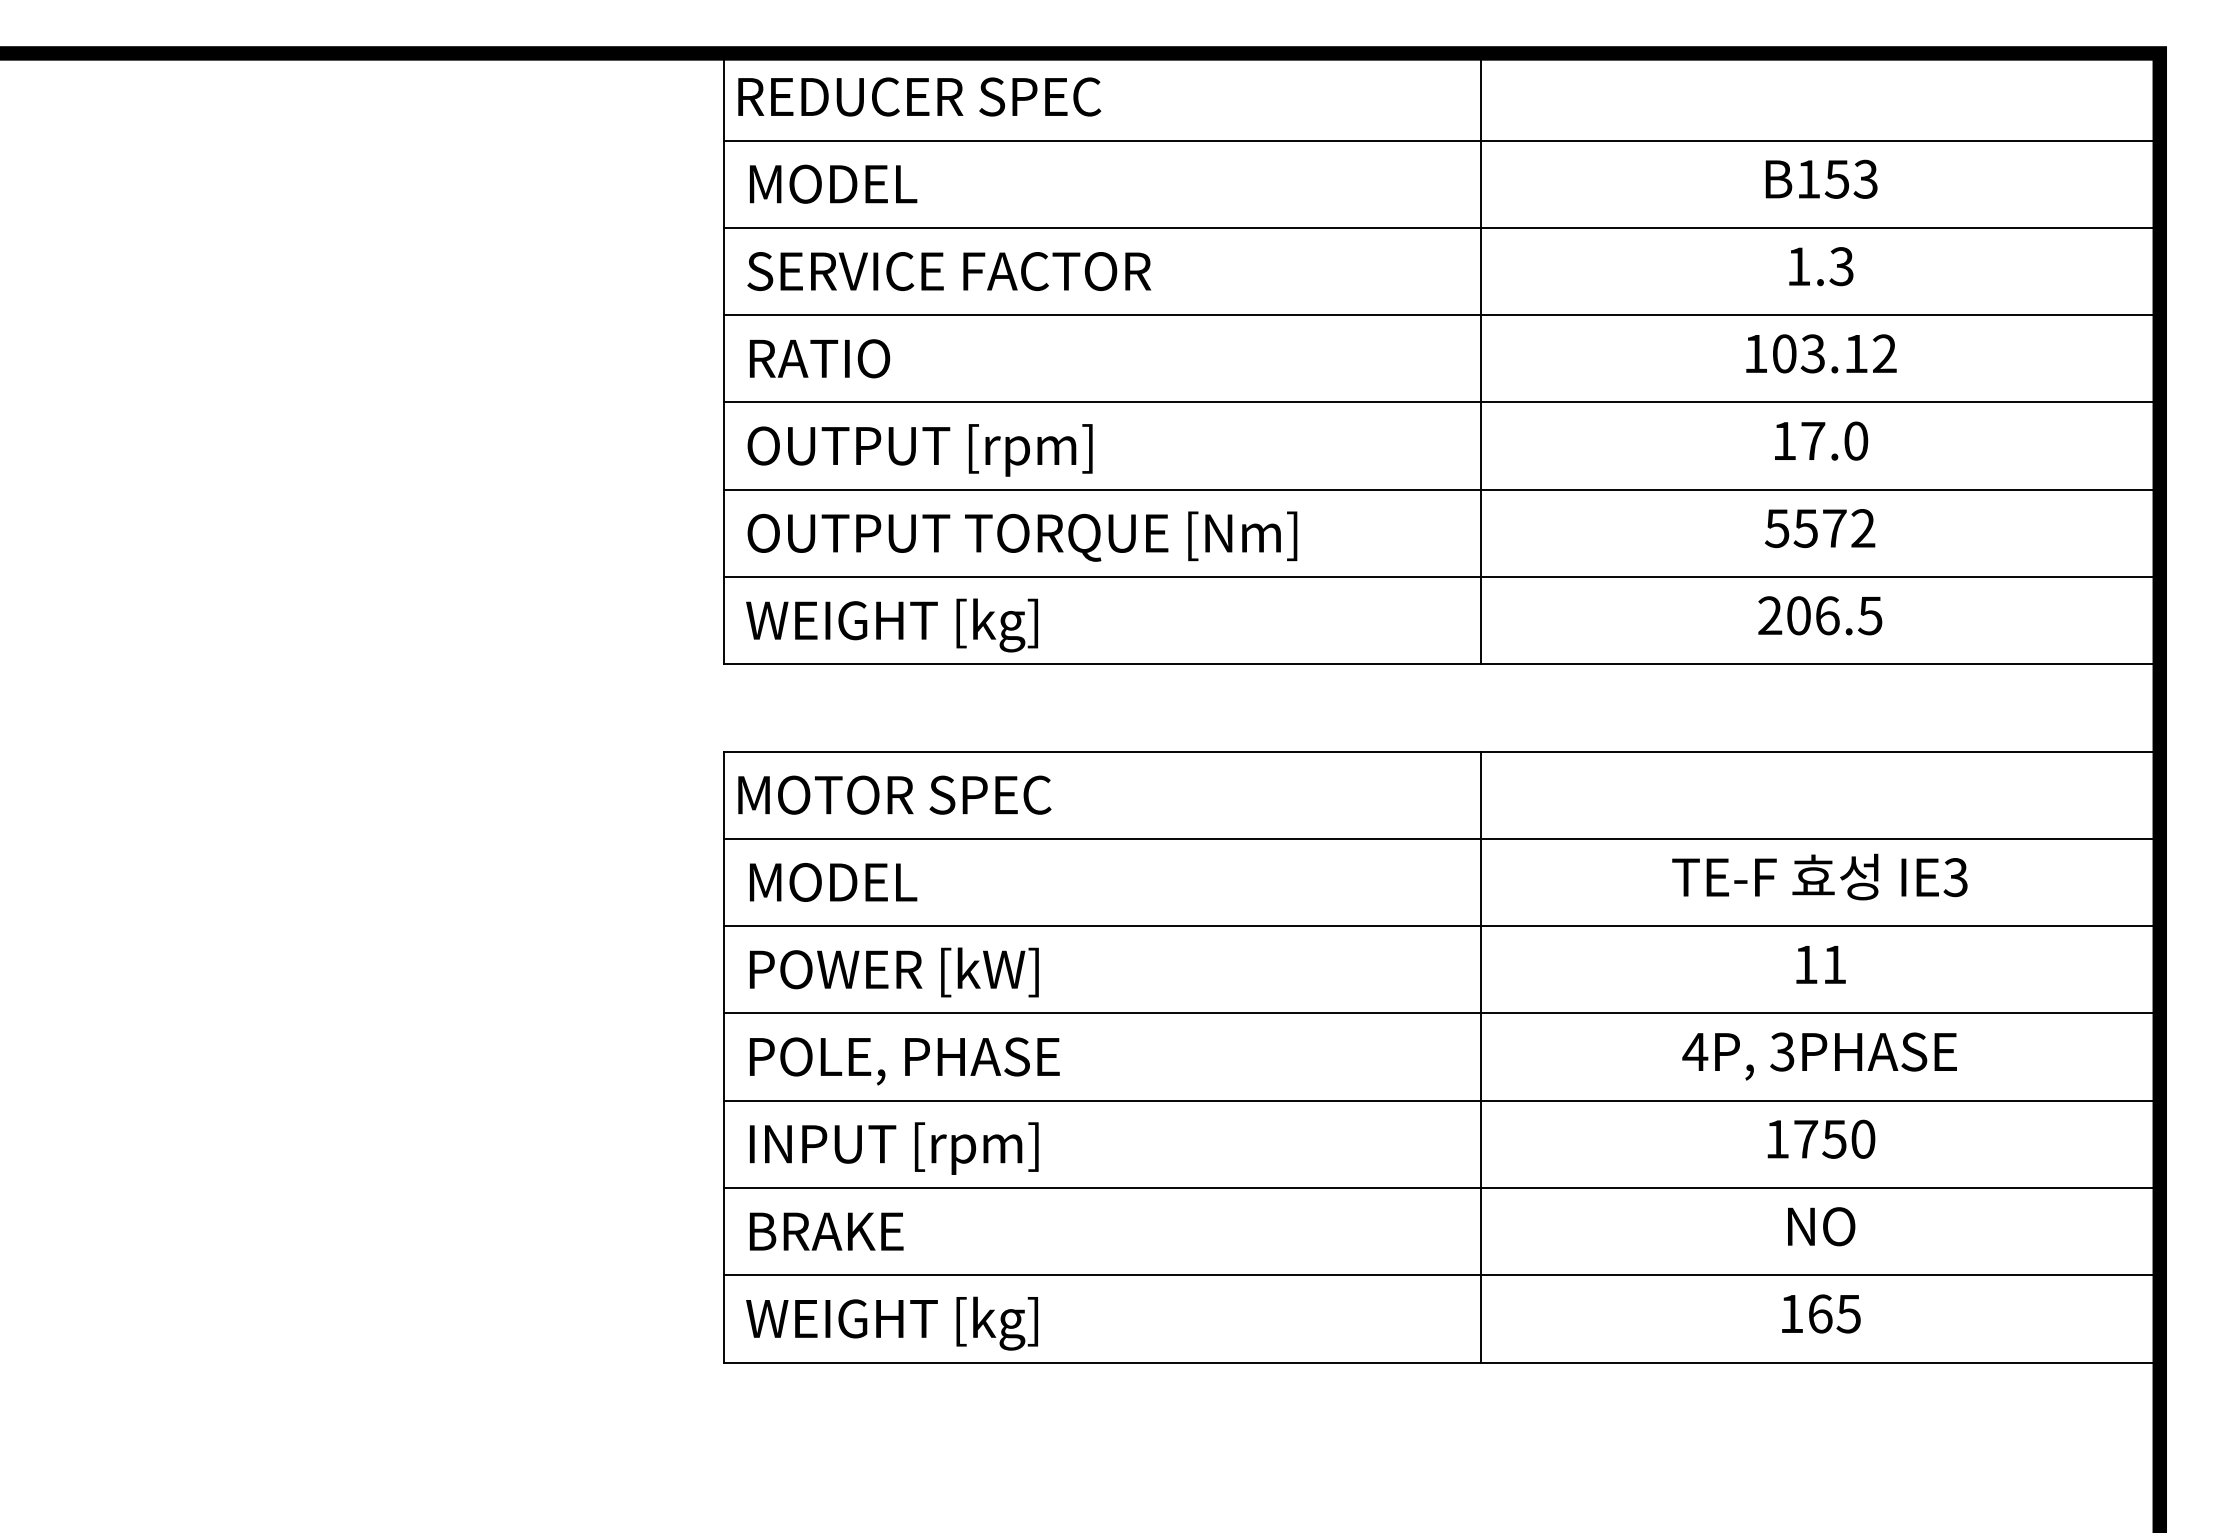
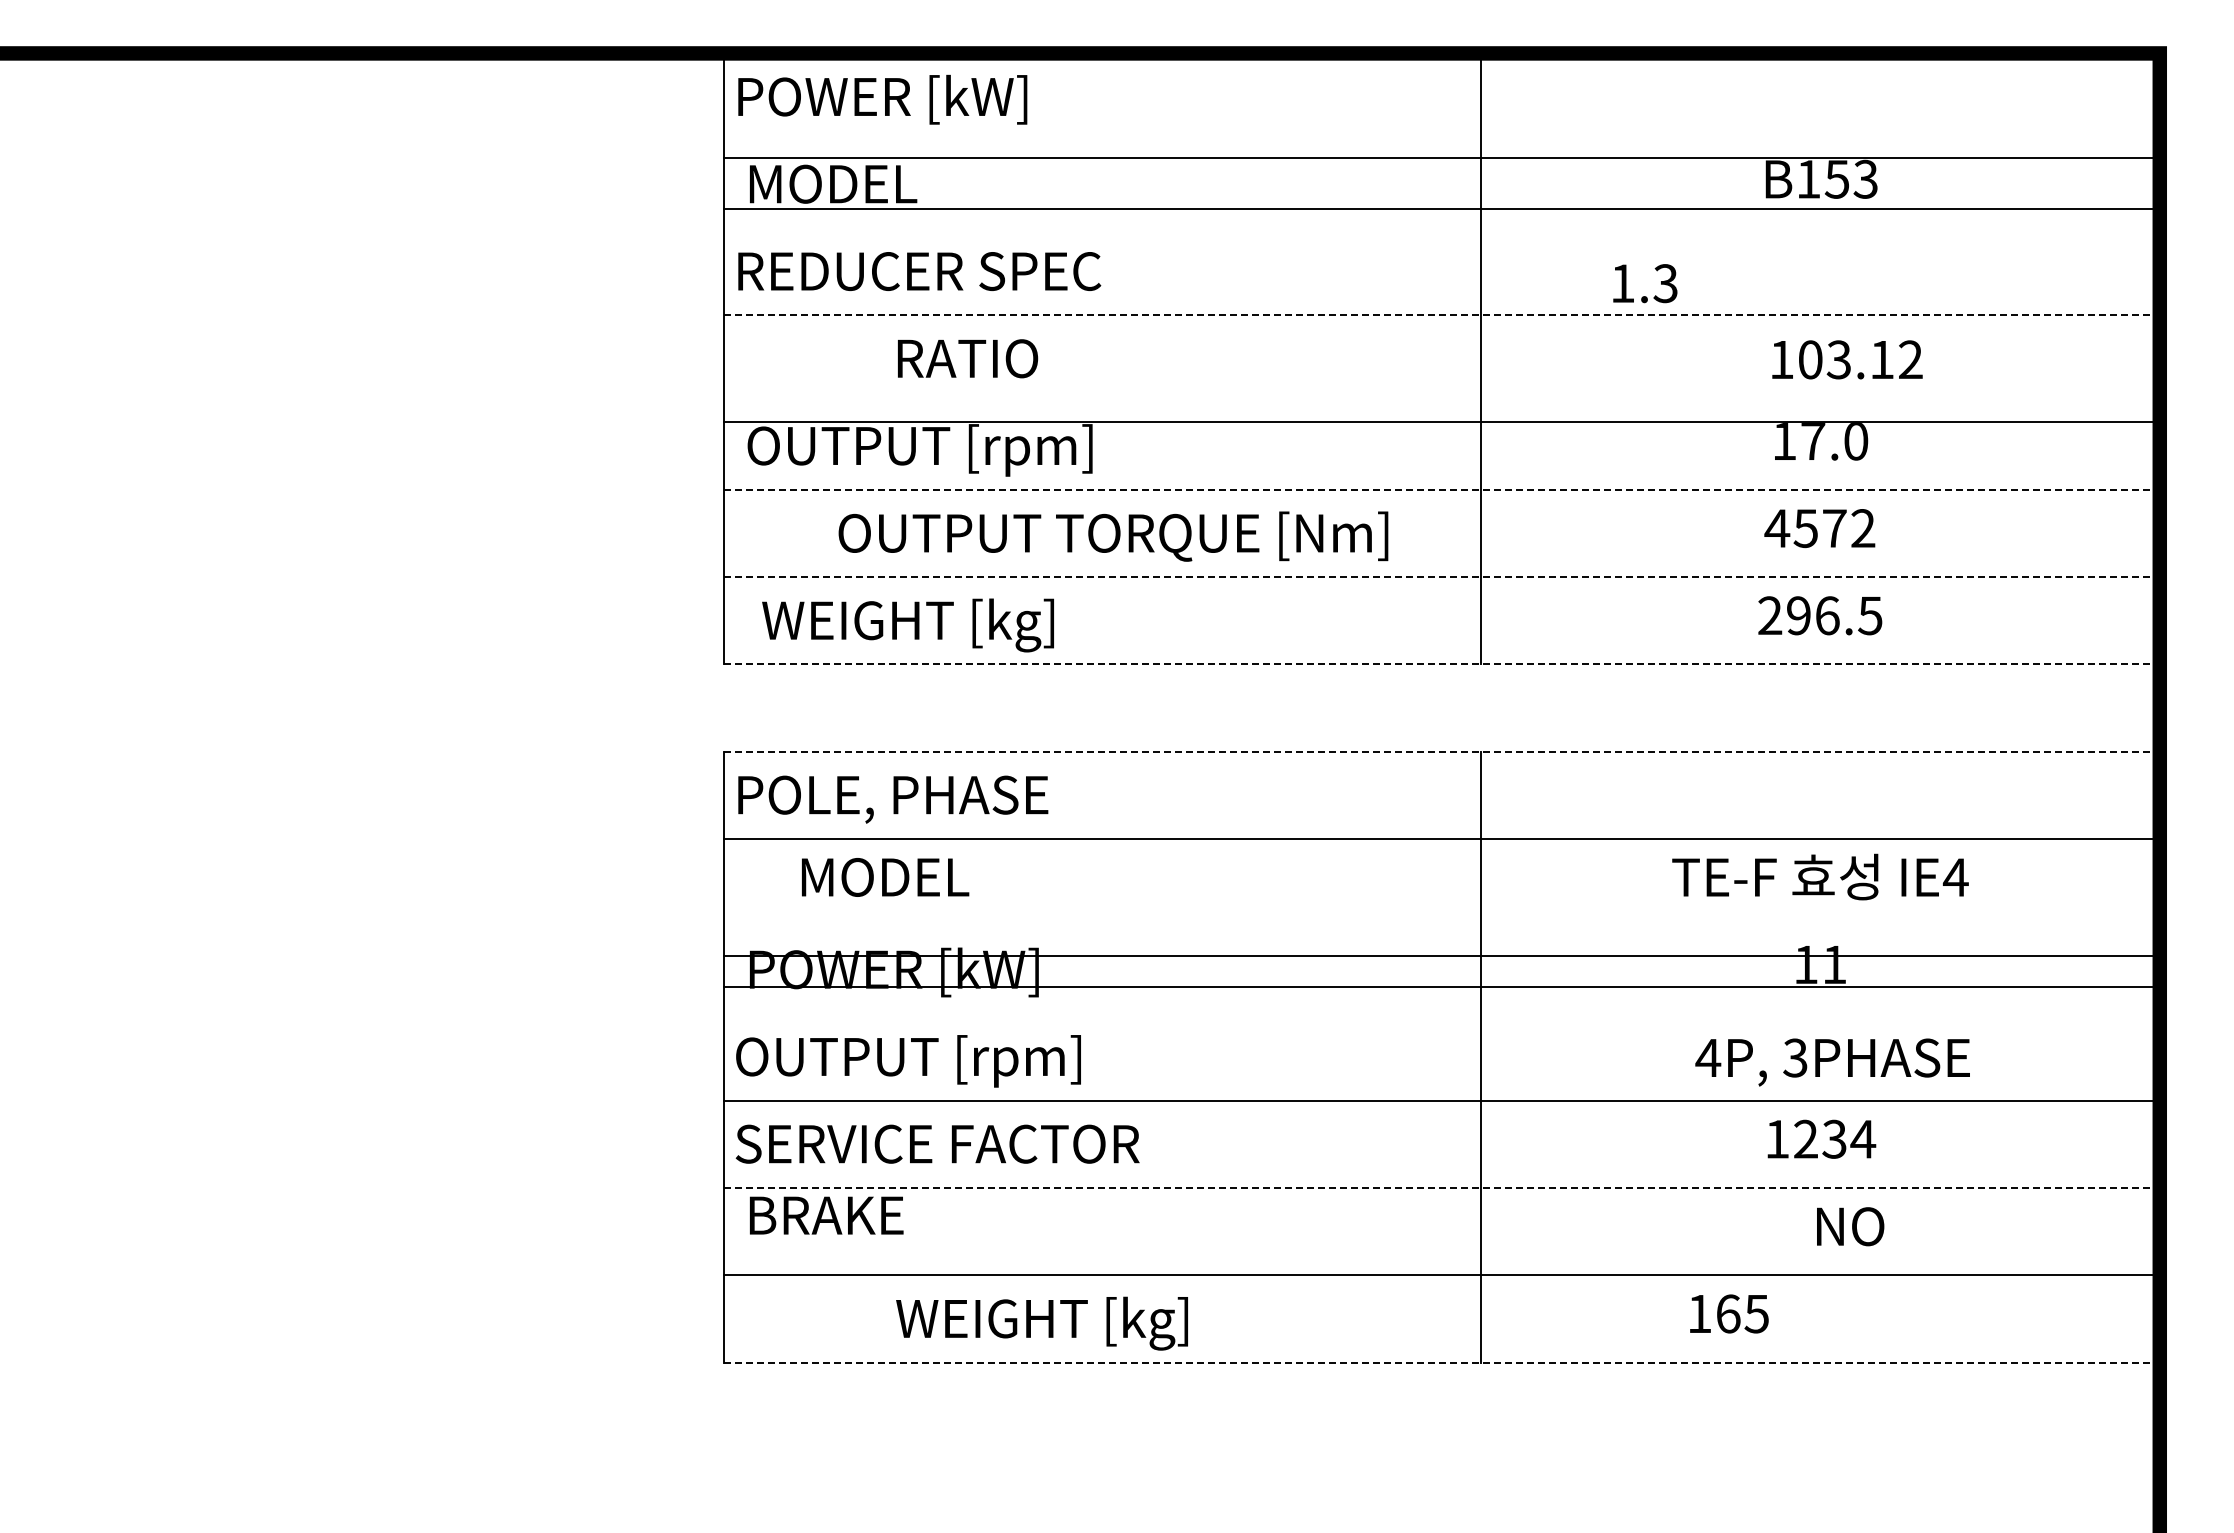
text at (922, 99): REDUCER SPEC -> POWER [kW]
line at (1441, 140) position: (1441, 140) -> (1441, 157)
line at (1441, 227) position: (1441, 227) -> (1441, 208)
text at (1821, 266) position: (1821, 266) -> (1645, 283)
text at (944, 271): SERVICE FACTOR -> REDUCER SPEC
line at (1442, 315): solid -> dashed
text at (1821, 353) position: (1821, 353) -> (1847, 359)
text at (820, 358) position: (820, 358) -> (968, 358)
line at (1441, 402) position: (1441, 402) -> (1441, 422)
line at (1442, 489): solid -> dashed
text at (1777, 528): 5572 -> 4572
text at (1022, 536) position: (1022, 536) -> (1113, 536)
line at (1442, 577): solid -> dashed
text at (1798, 615): 206.5 -> 296.5
text at (891, 625) position: (891, 625) -> (907, 625)
line at (1442, 664): solid -> dashed
line at (1442, 751): solid -> dashed
text at (896, 799): MOTOR SPEC -> POLE, PHASE
text at (1955, 877): IE3 -> IE4
text at (833, 882) position: (833, 882) -> (885, 877)
line at (1441, 926) position: (1441, 926) -> (1441, 956)
line at (1441, 1013) position: (1441, 1013) -> (1441, 987)
text at (1819, 1056) position: (1819, 1056) -> (1832, 1062)
text at (908, 1061): POLE, PHASE -> OUTPUT [rpm]
text at (1835, 1138): 1750 -> 1234
text at (937, 1148): INPUT [rpm] -> SERVICE FACTOR
line at (1442, 1188): solid -> dashed
text at (1821, 1226) position: (1821, 1226) -> (1850, 1226)
text at (826, 1231) position: (826, 1231) -> (826, 1215)
text at (1821, 1313) position: (1821, 1313) -> (1729, 1313)
text at (891, 1323) position: (891, 1323) -> (1041, 1323)
line at (1442, 1362): solid -> dashed
